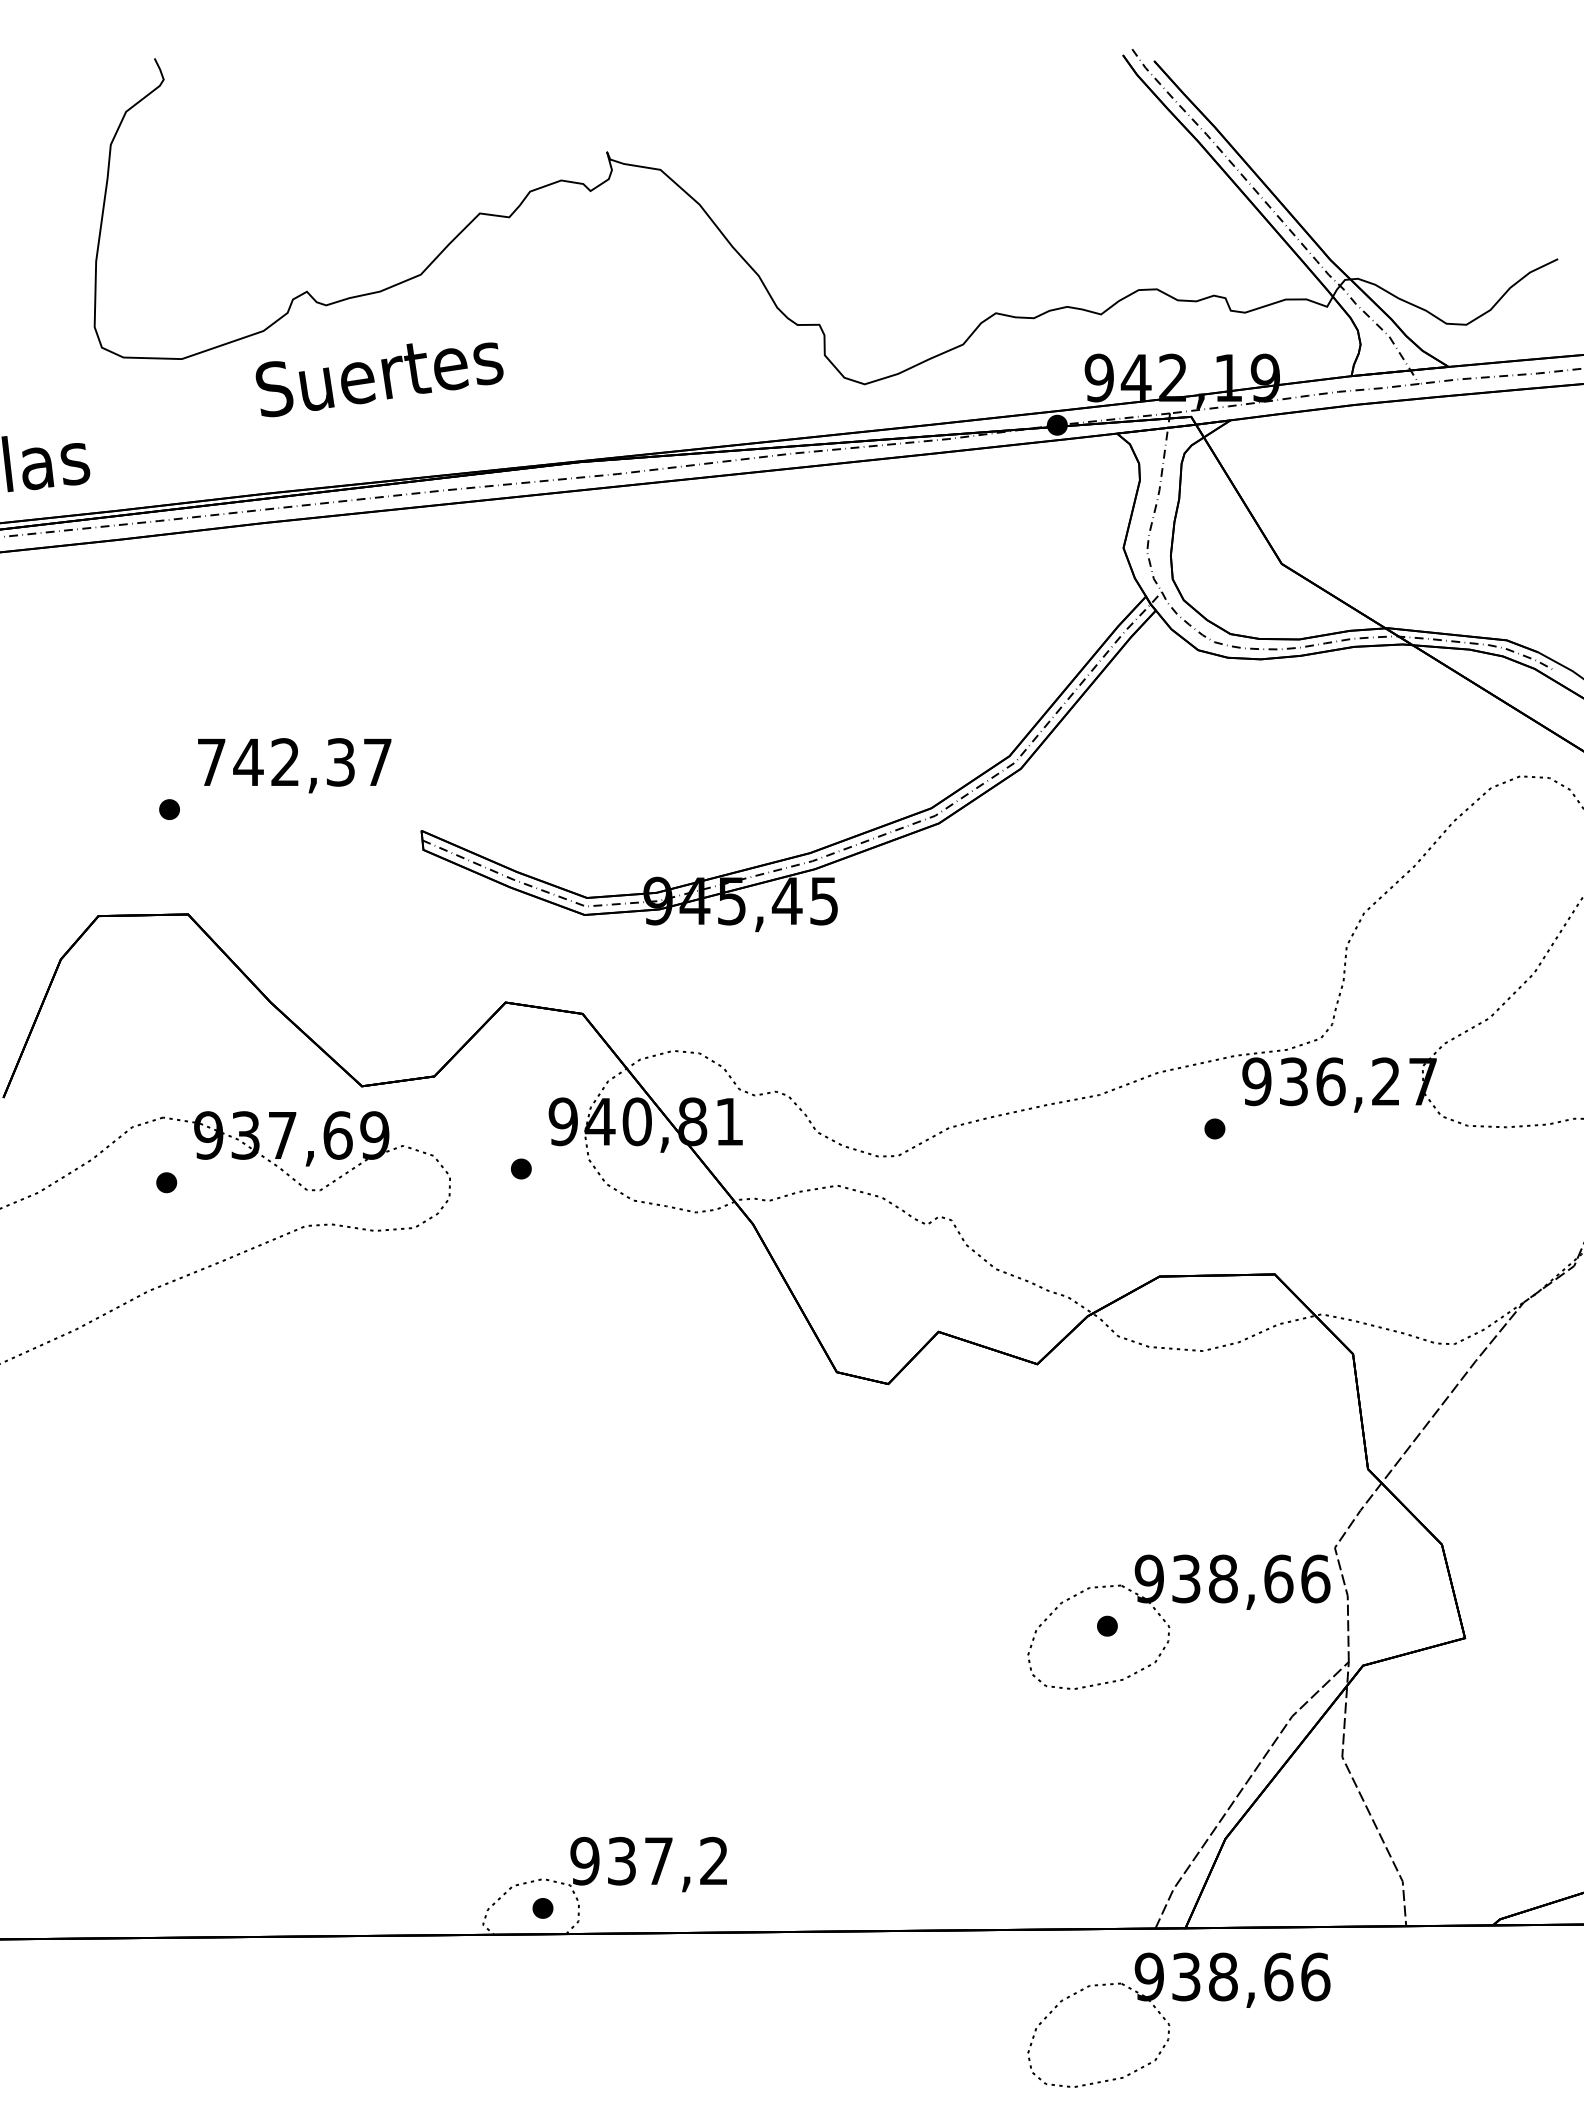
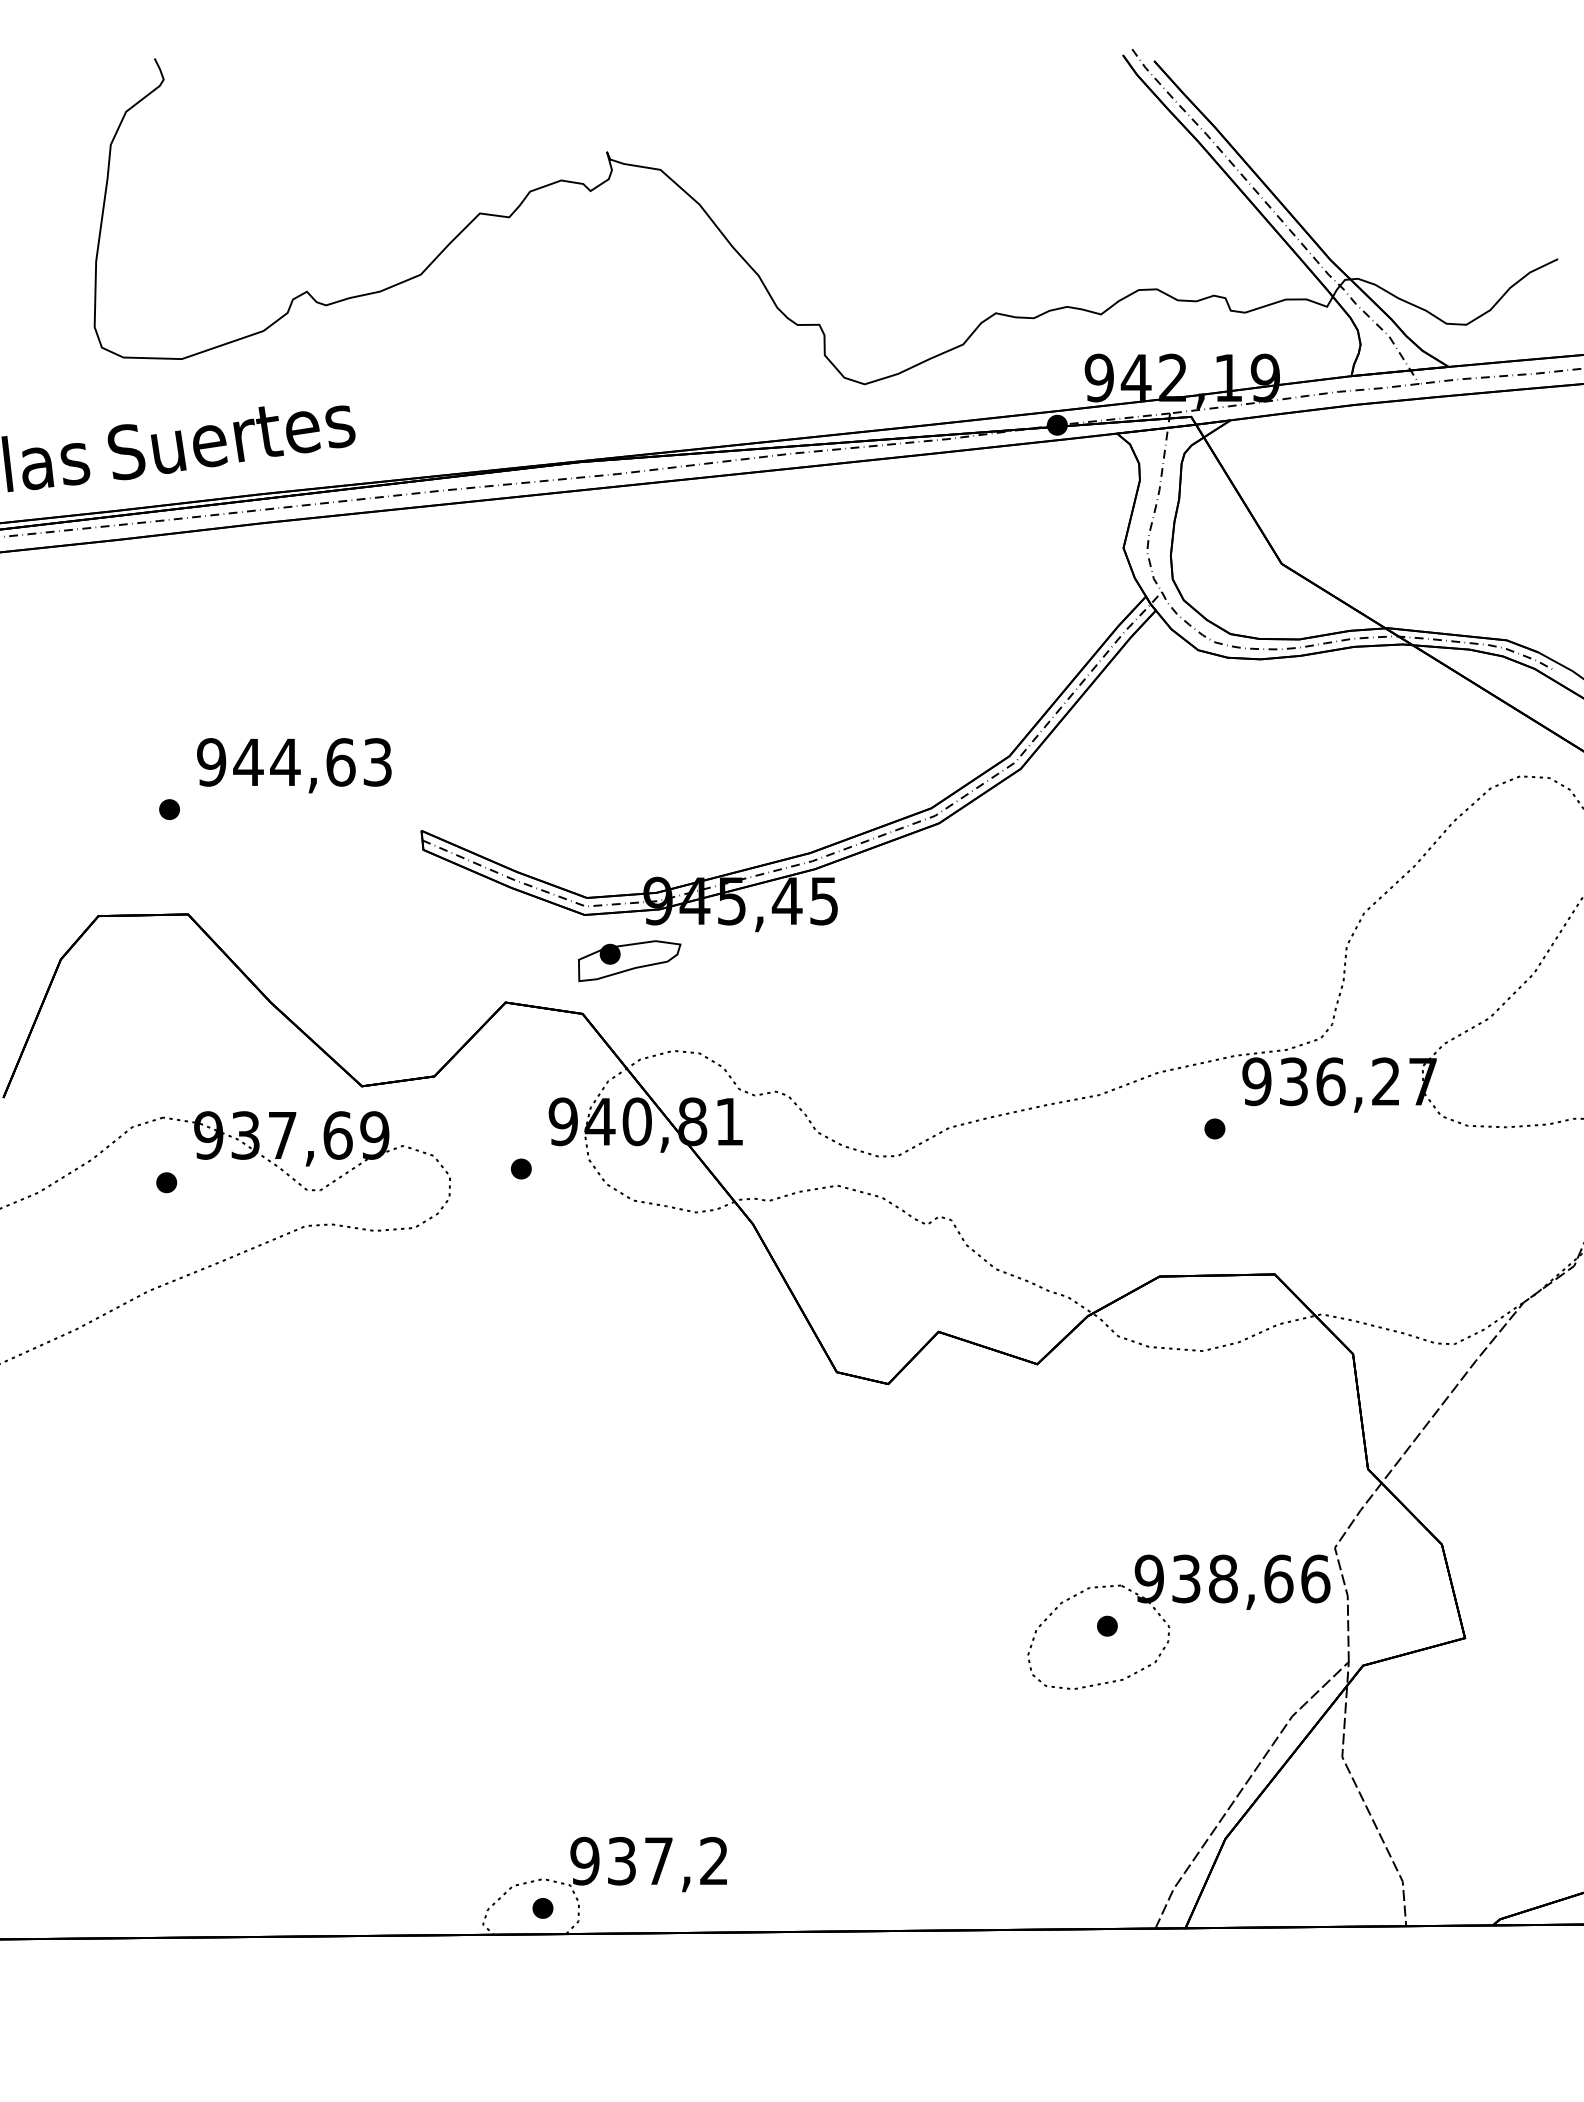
text at (379, 379) position: (379, 379) -> (231, 442)
text at (294, 762): 742,37 -> 944,63
part at (629, 961): none -> present
part at (1169, 2023): present -> none
